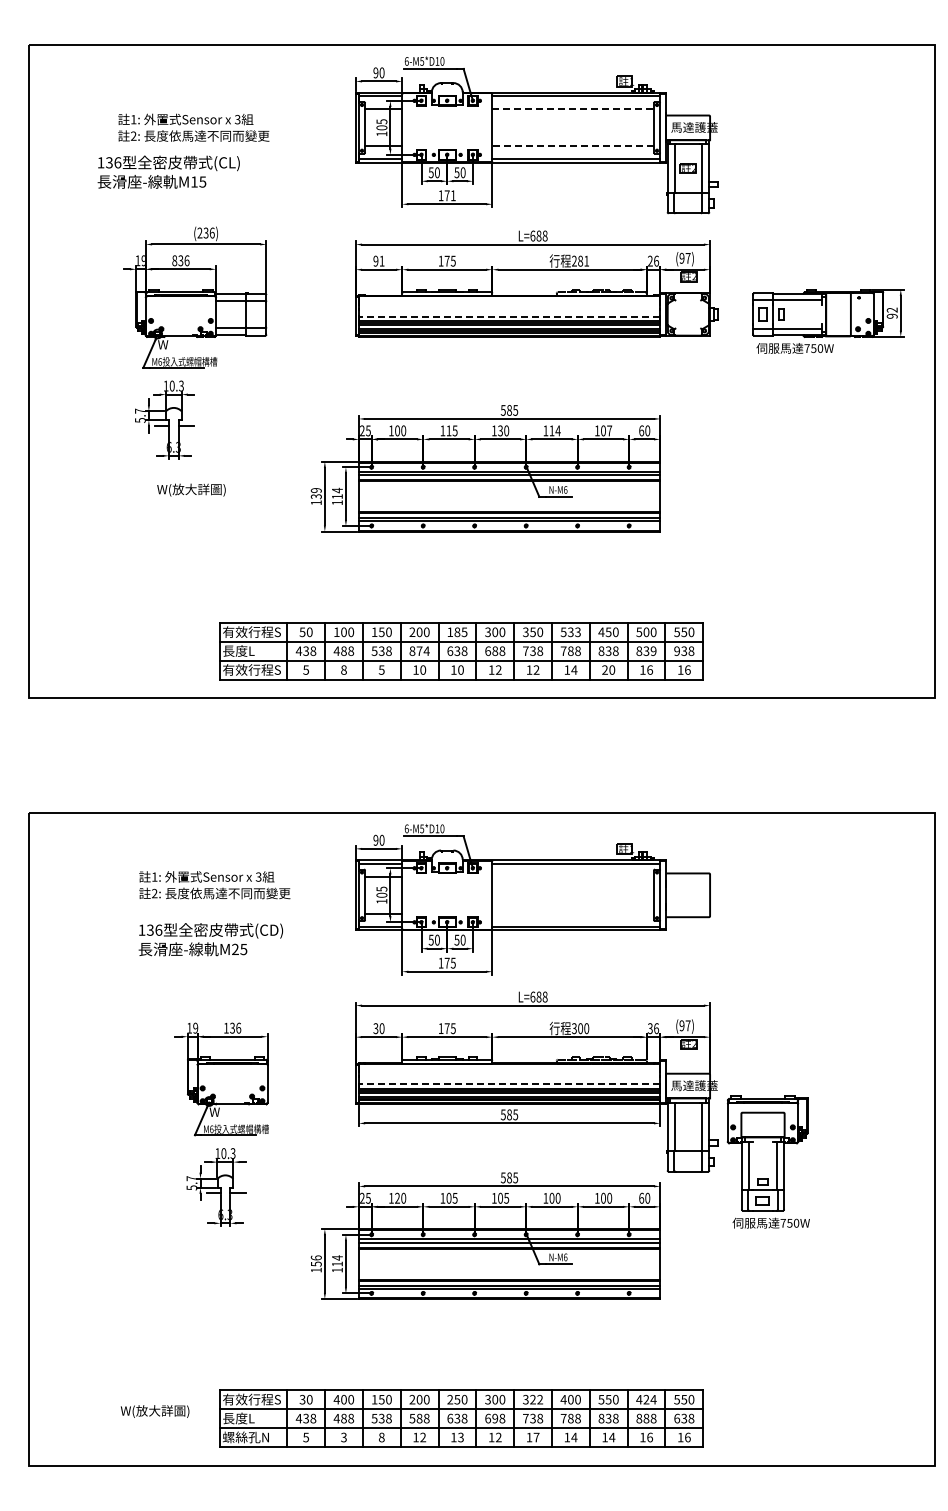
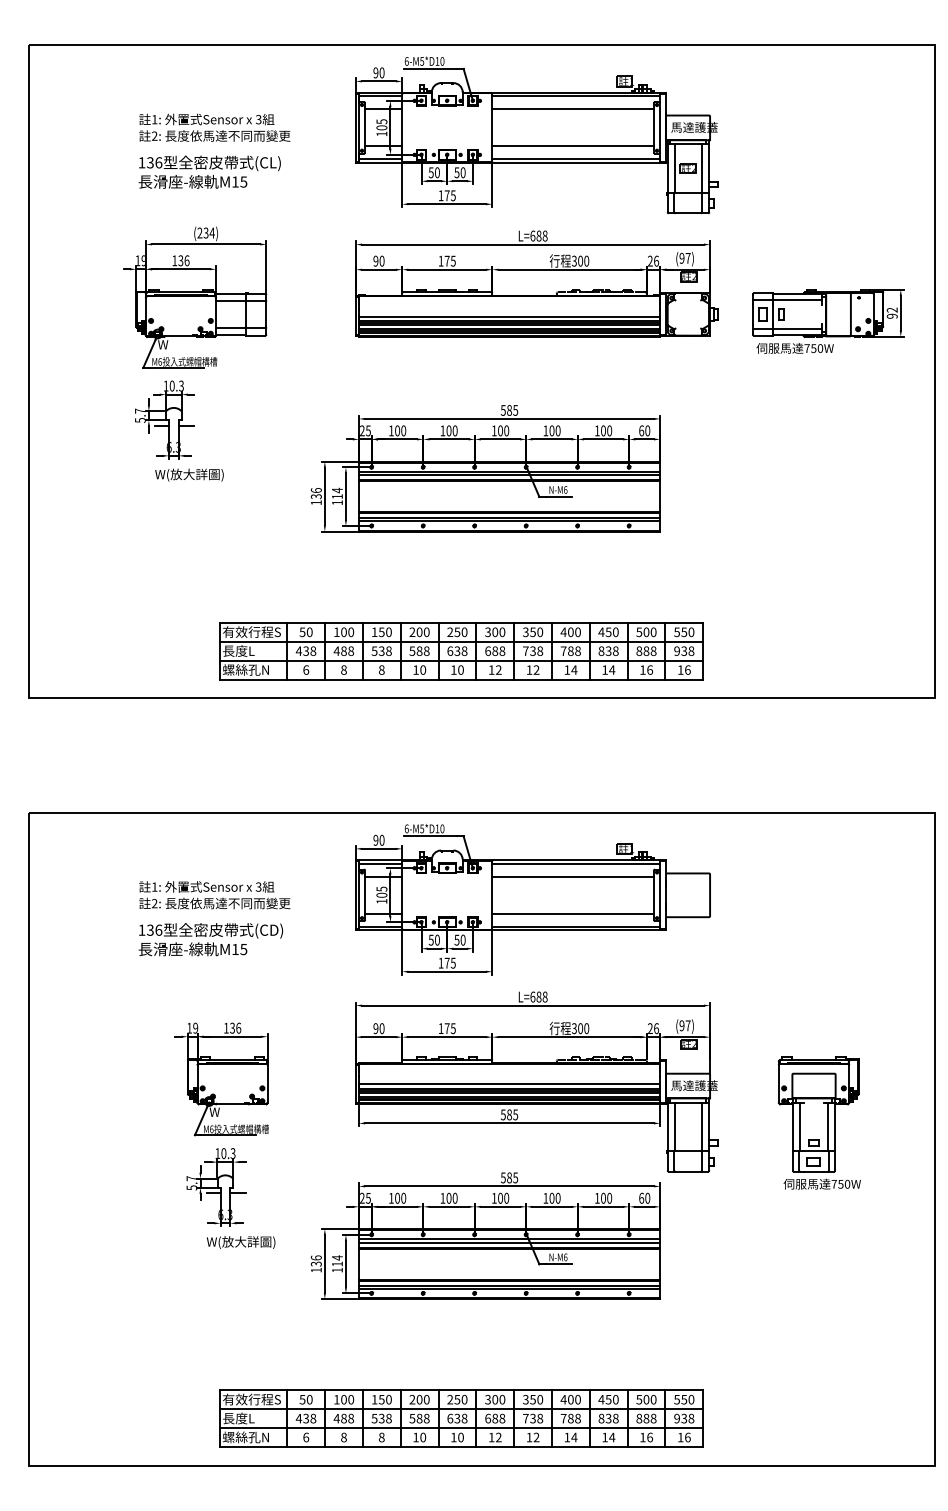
line at (573, 109): dashed -> solid
text at (193, 127) position: (193, 127) -> (214, 127)
line at (573, 146): dashed -> solid
text at (168, 171) position: (168, 171) -> (209, 171)
text at (452, 195): 171 -> 175
text at (211, 232): (236) -> (234)
text at (174, 260): 836 -> 136
text at (381, 260): 91 -> 90
text at (580, 260): 281 -> 300
line at (509, 316): dashed -> solid
text at (451, 430): 115 -> 100
text at (500, 430): 130 -> 100
text at (554, 430): 114 -> 100
text at (609, 430): 107 -> 100
text at (191, 489) position: (191, 489) -> (189, 474)
text at (315, 490): 139 -> 136
text at (457, 631): 185 -> 250
text at (570, 632): 533 -> 400
text at (419, 650): 874 -> 588
text at (649, 650): 839 -> 888
text at (251, 669): 有效行程S -> 螺絲孔N
text at (306, 669): 5 -> 6
text at (381, 669): 5 -> 8
text at (608, 669): 20 -> 14
line at (572, 876): none -> present
text at (214, 885) position: (214, 885) -> (214, 895)
line at (572, 913): none -> present
text at (235, 948): M25 -> M15
text at (375, 1028): 30 -> 90
text at (649, 1028): 36 -> 26
line at (509, 1084): dashed -> solid
part at (767, 1161) position: (767, 1161) -> (818, 1122)
text at (454, 1197): 105 -> 100
text at (506, 1197): 105 -> 100
text at (397, 1198): 120 -> 100
text at (313, 1263): 156 -> 136
text at (302, 1398): 30 -> 50
text at (336, 1399): 400 -> 100
text at (536, 1399): 322 -> 350
text at (601, 1399): 550 -> 450
text at (646, 1399): 424 -> 500
text at (154, 1411) position: (154, 1411) -> (240, 1242)
text at (495, 1418): 698 -> 688
text at (677, 1418): 638 -> 938
text at (306, 1437): 5 -> 6
text at (343, 1437): 3 -> 8
text at (423, 1437): 12 -> 10
text at (460, 1437): 13 -> 10
text at (536, 1437): 17 -> 12
